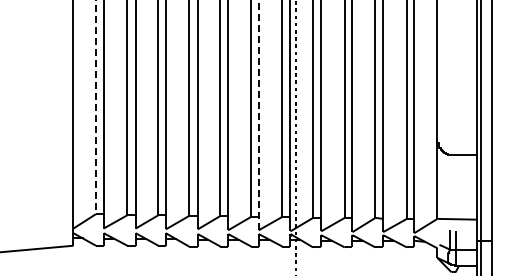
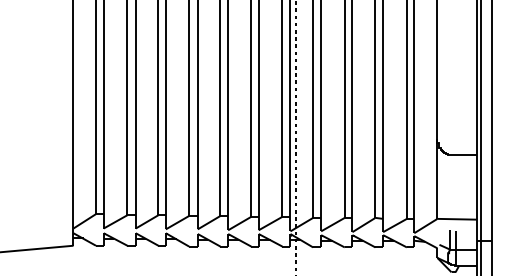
line at (96, 107): dashed -> solid
line at (258, 115): dashed -> solid
